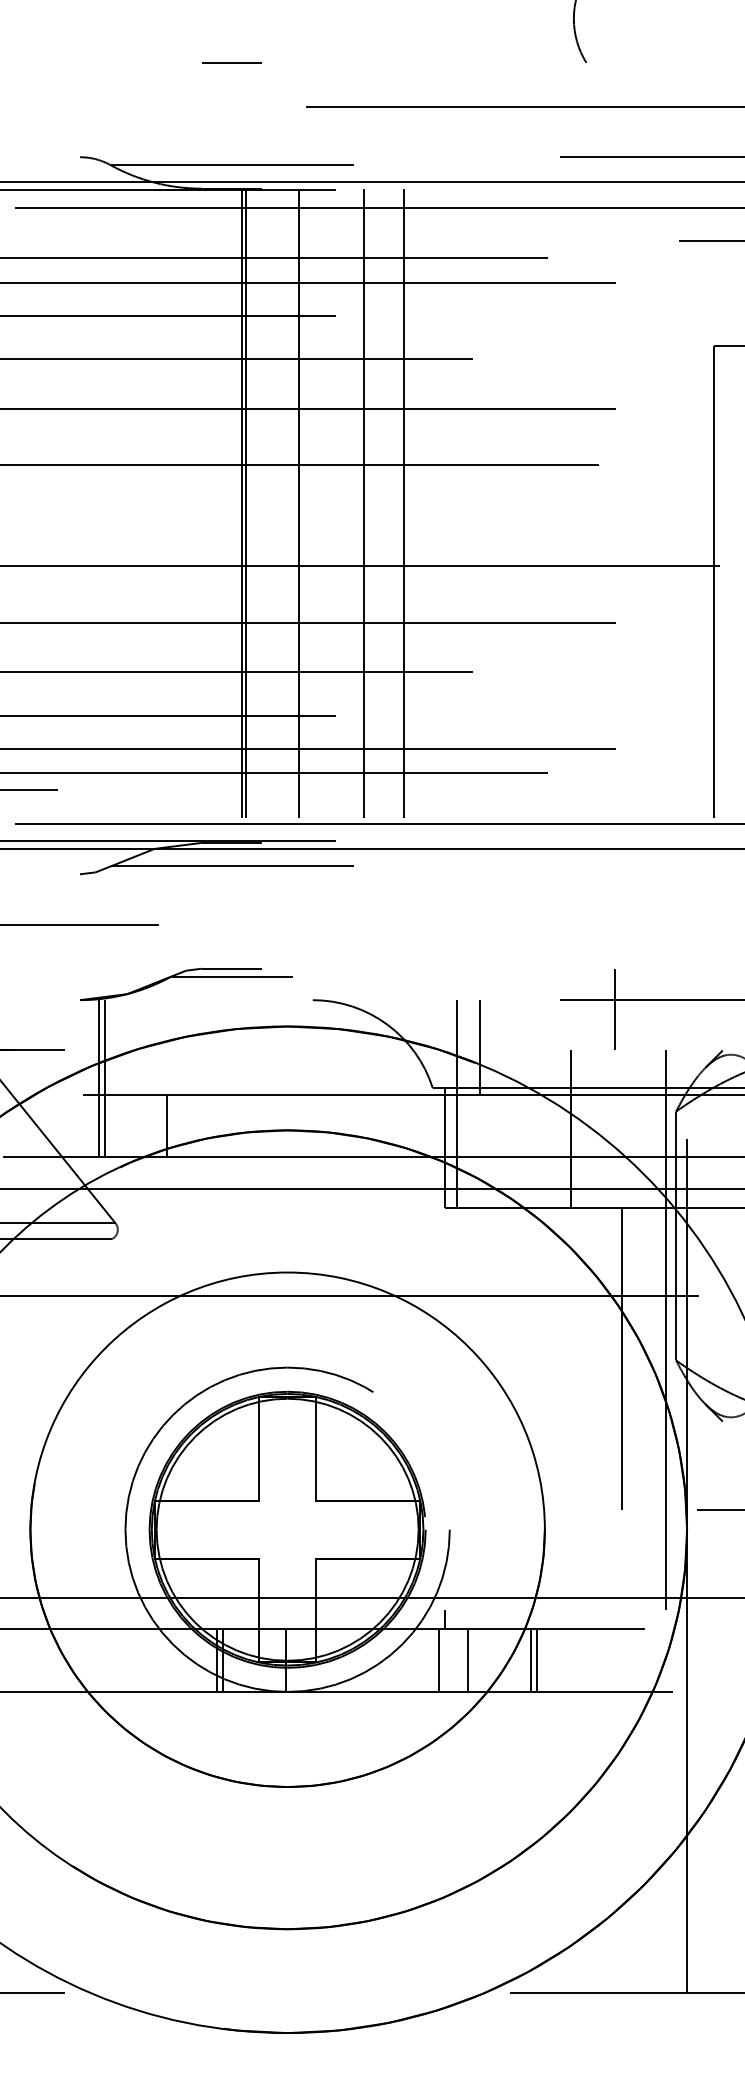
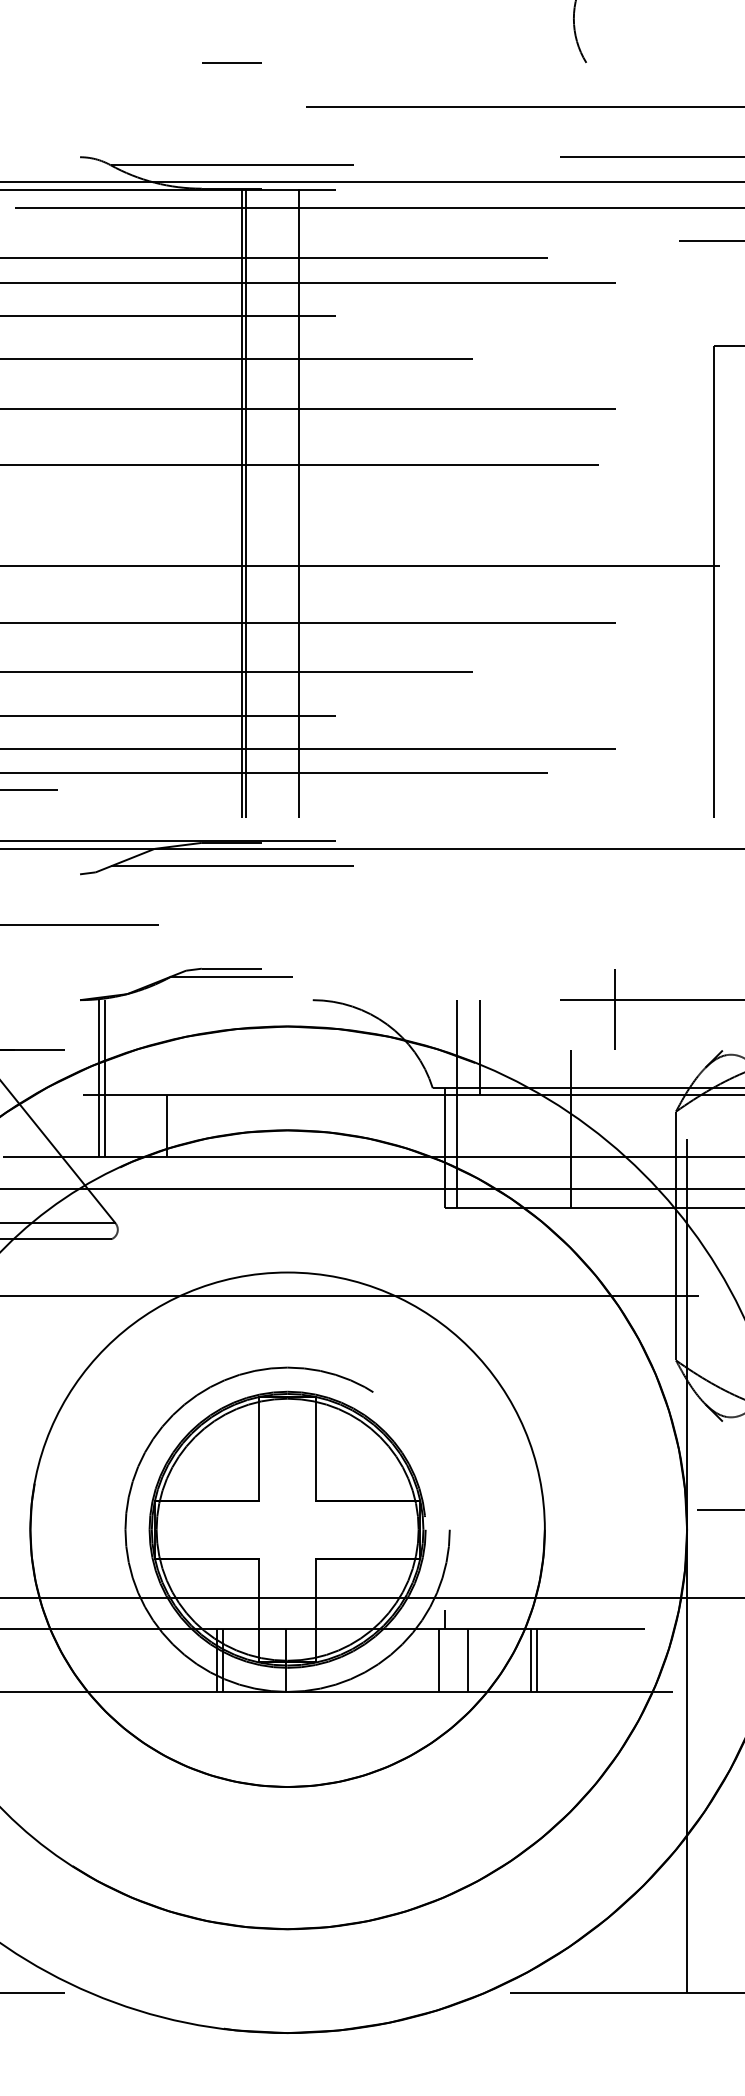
line at (364, 502): present -> none
line at (404, 502): present -> none
line at (371, 824): present -> none
line at (665, 1330): present -> none
line at (621, 1358): present -> none
